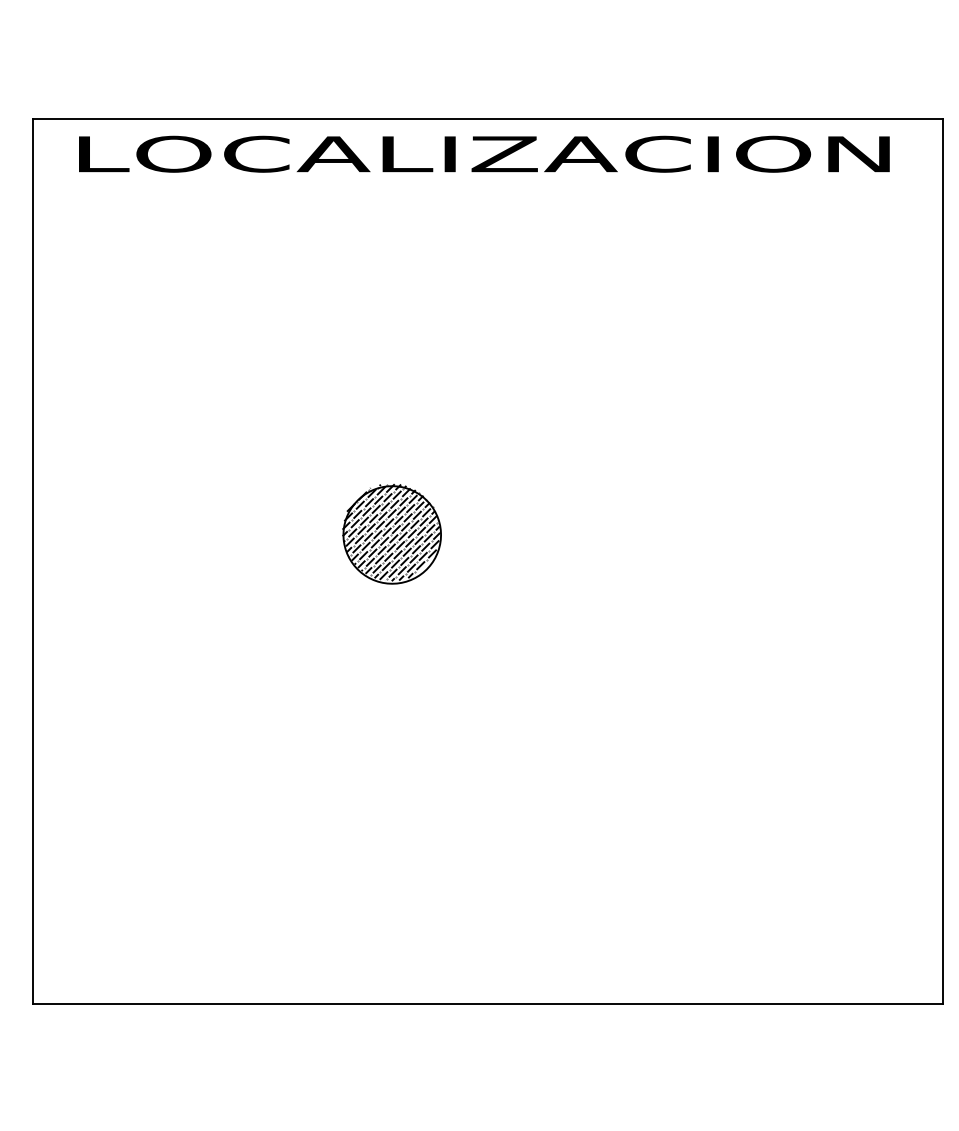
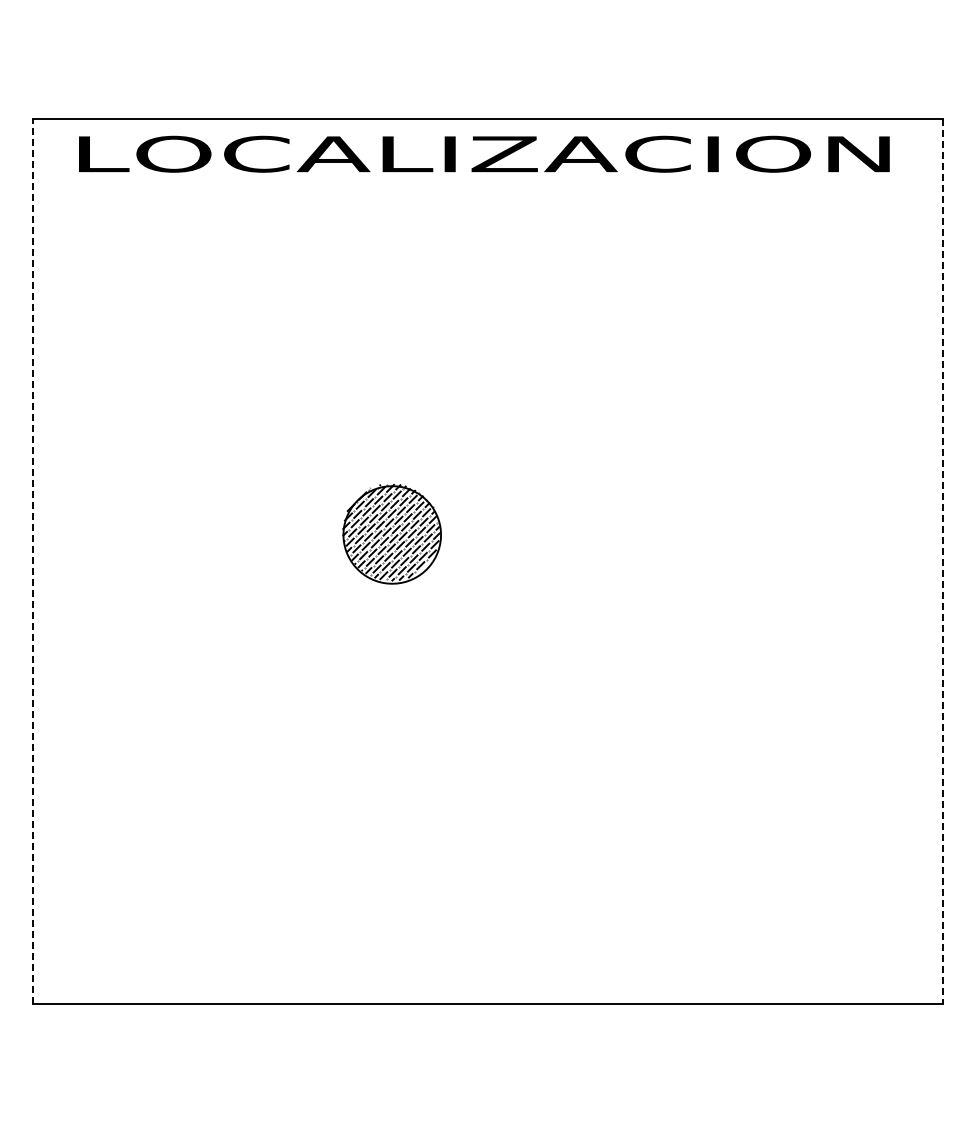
line at (33, 561): solid -> dashed
line at (943, 561): solid -> dashed
